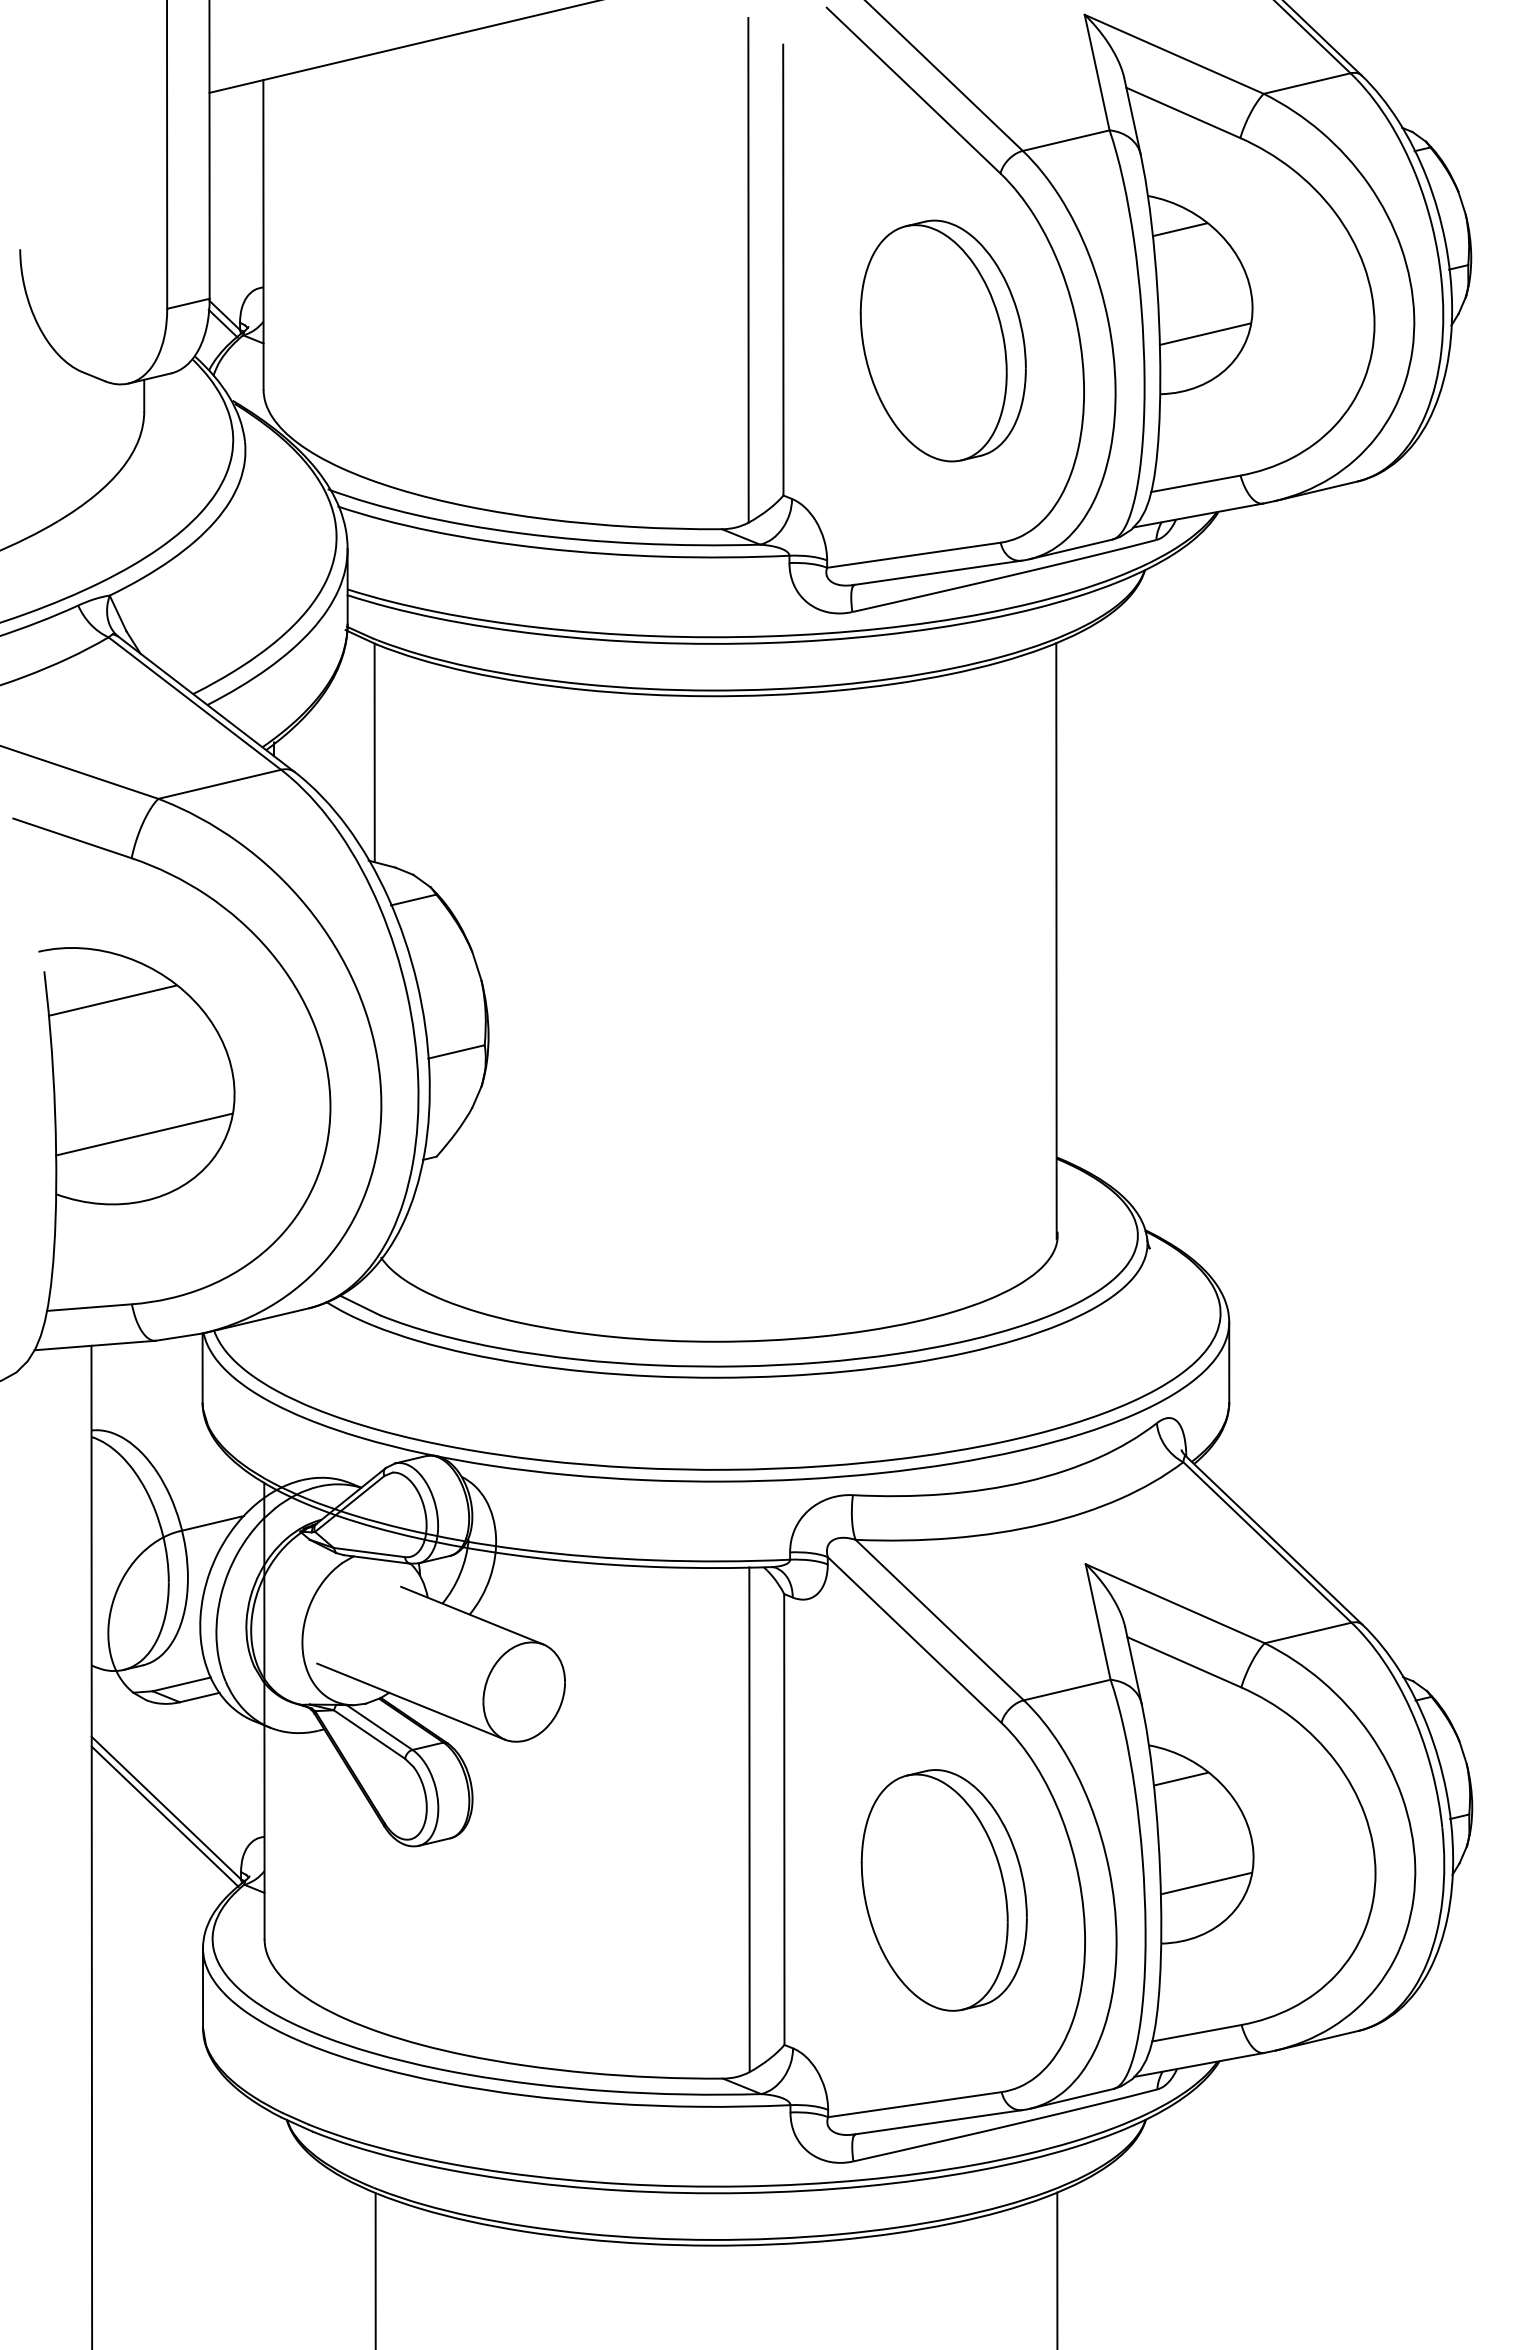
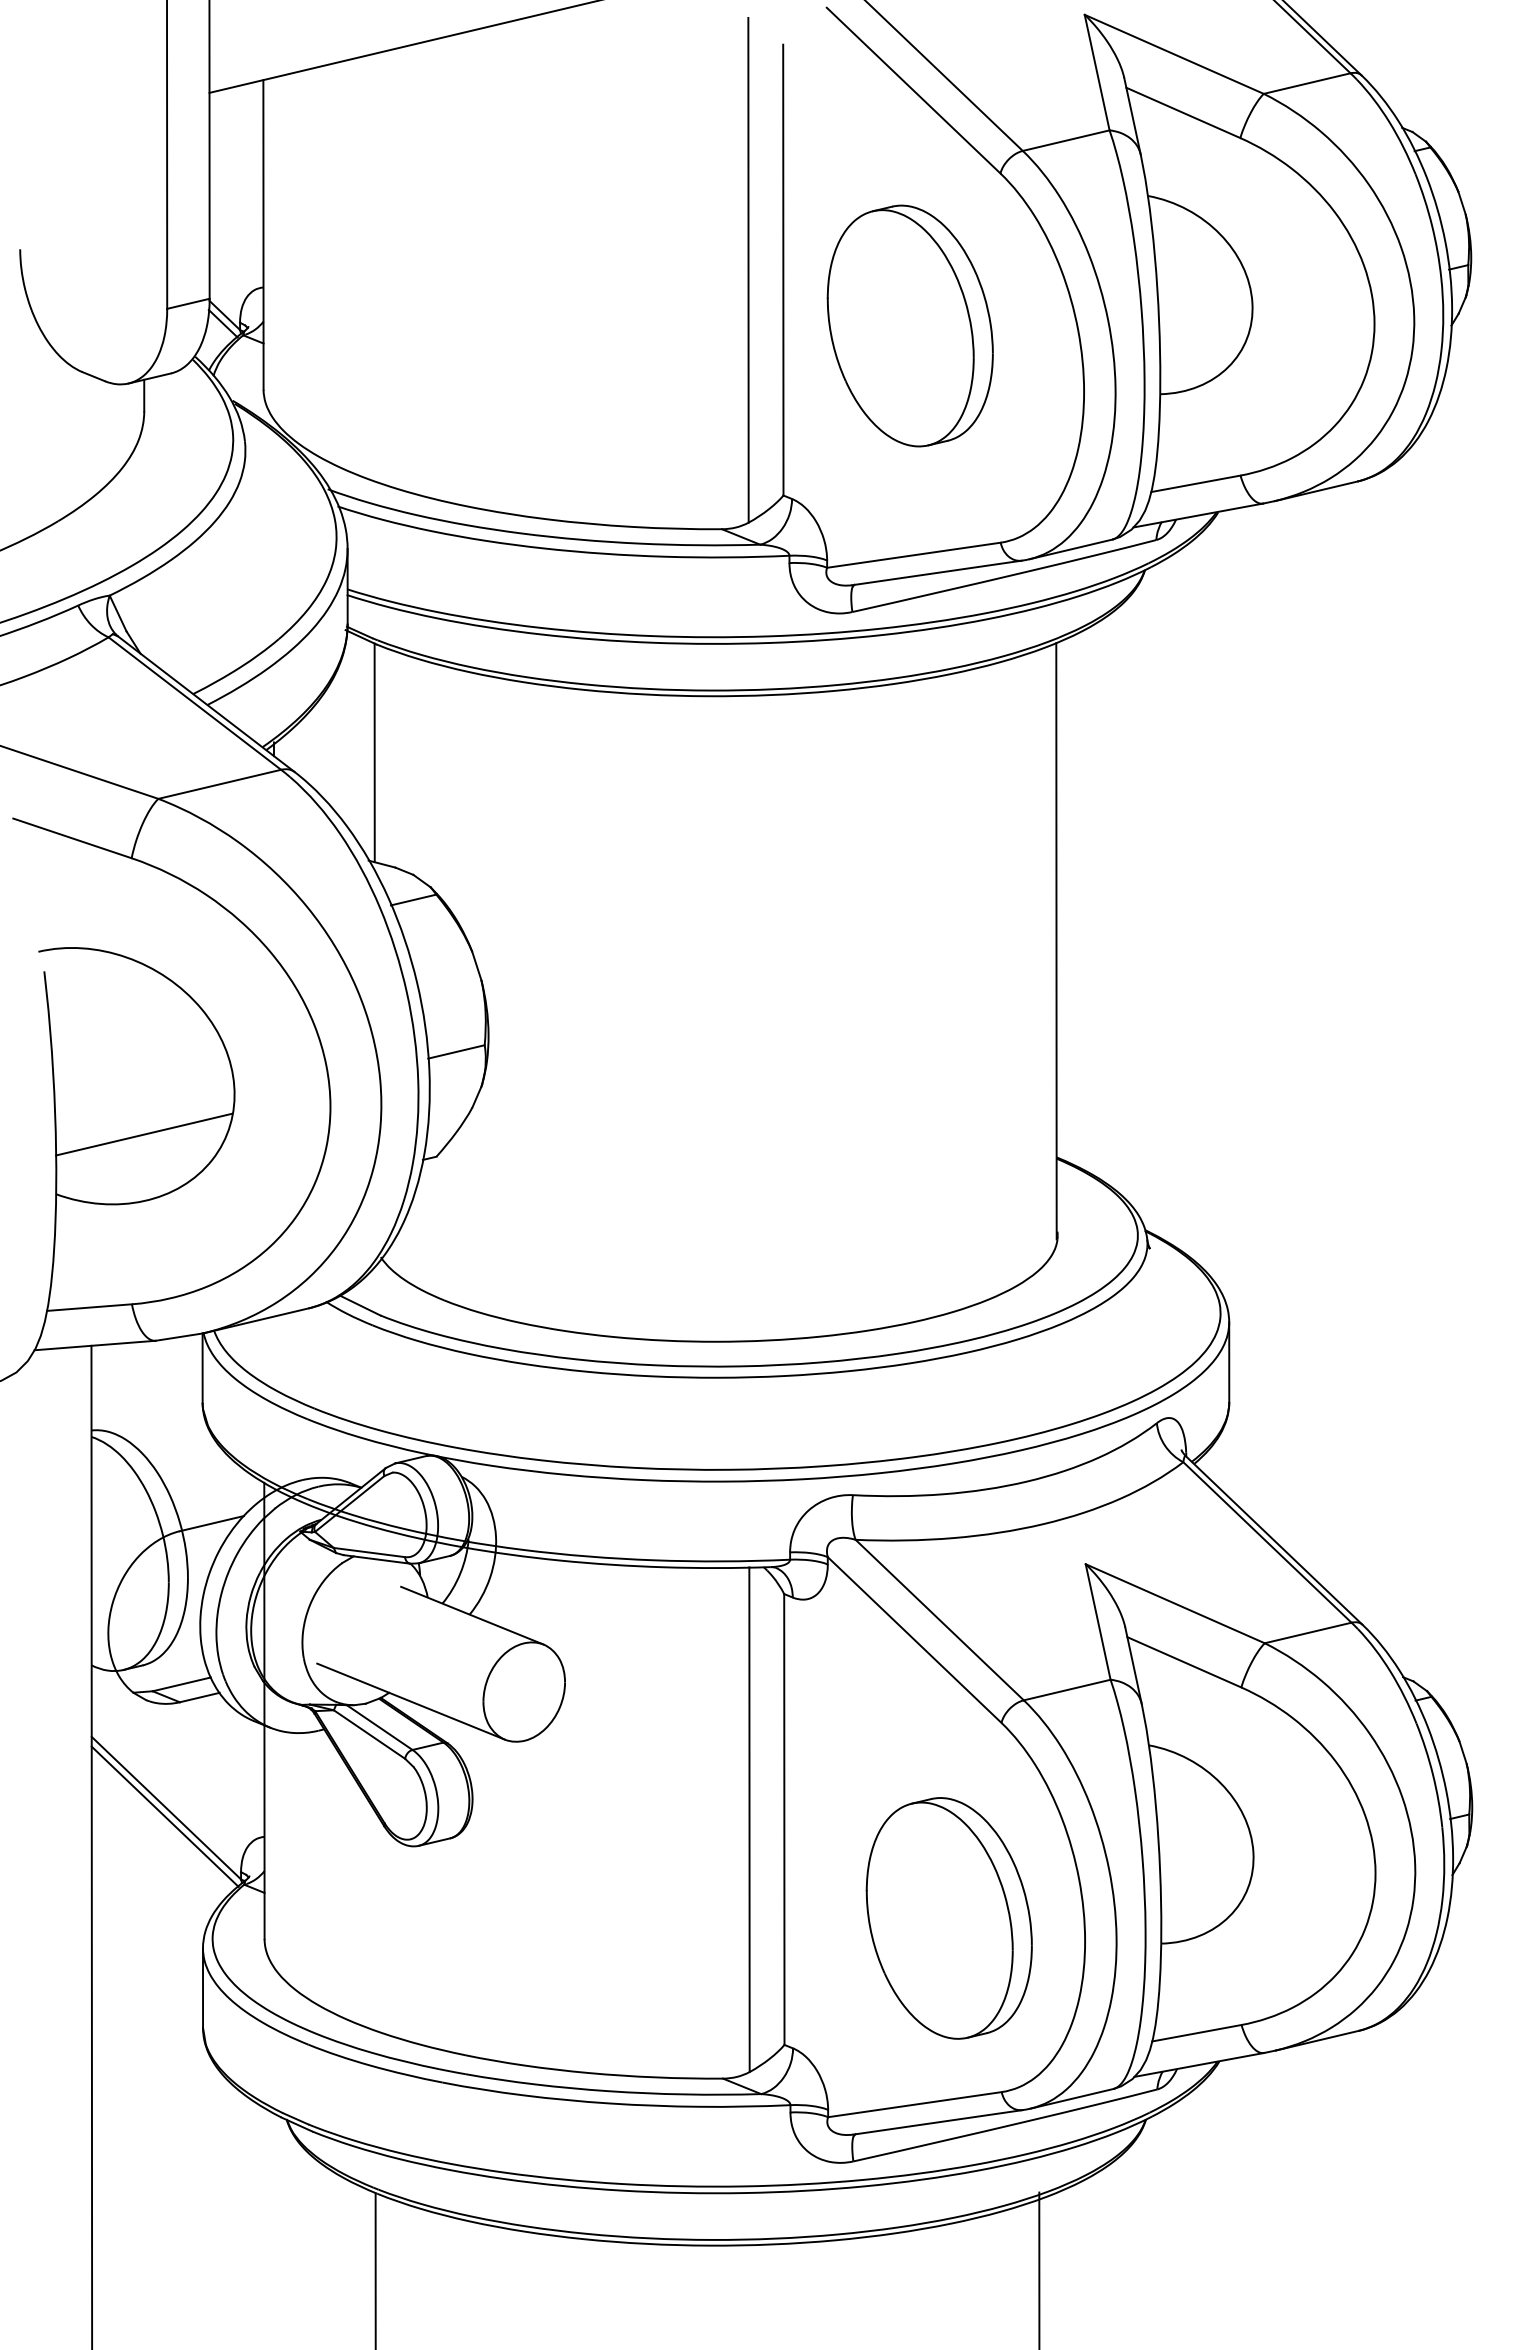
line at (1179, 229): present -> none
line at (1204, 333): present -> none
part at (942, 340) position: (942, 340) -> (909, 325)
line at (112, 1000): present -> none
line at (1180, 1778): present -> none
line at (1205, 1883): present -> none
part at (943, 1890) position: (943, 1890) -> (948, 1918)
line at (1057, 2269) position: (1057, 2269) -> (1039, 2269)
